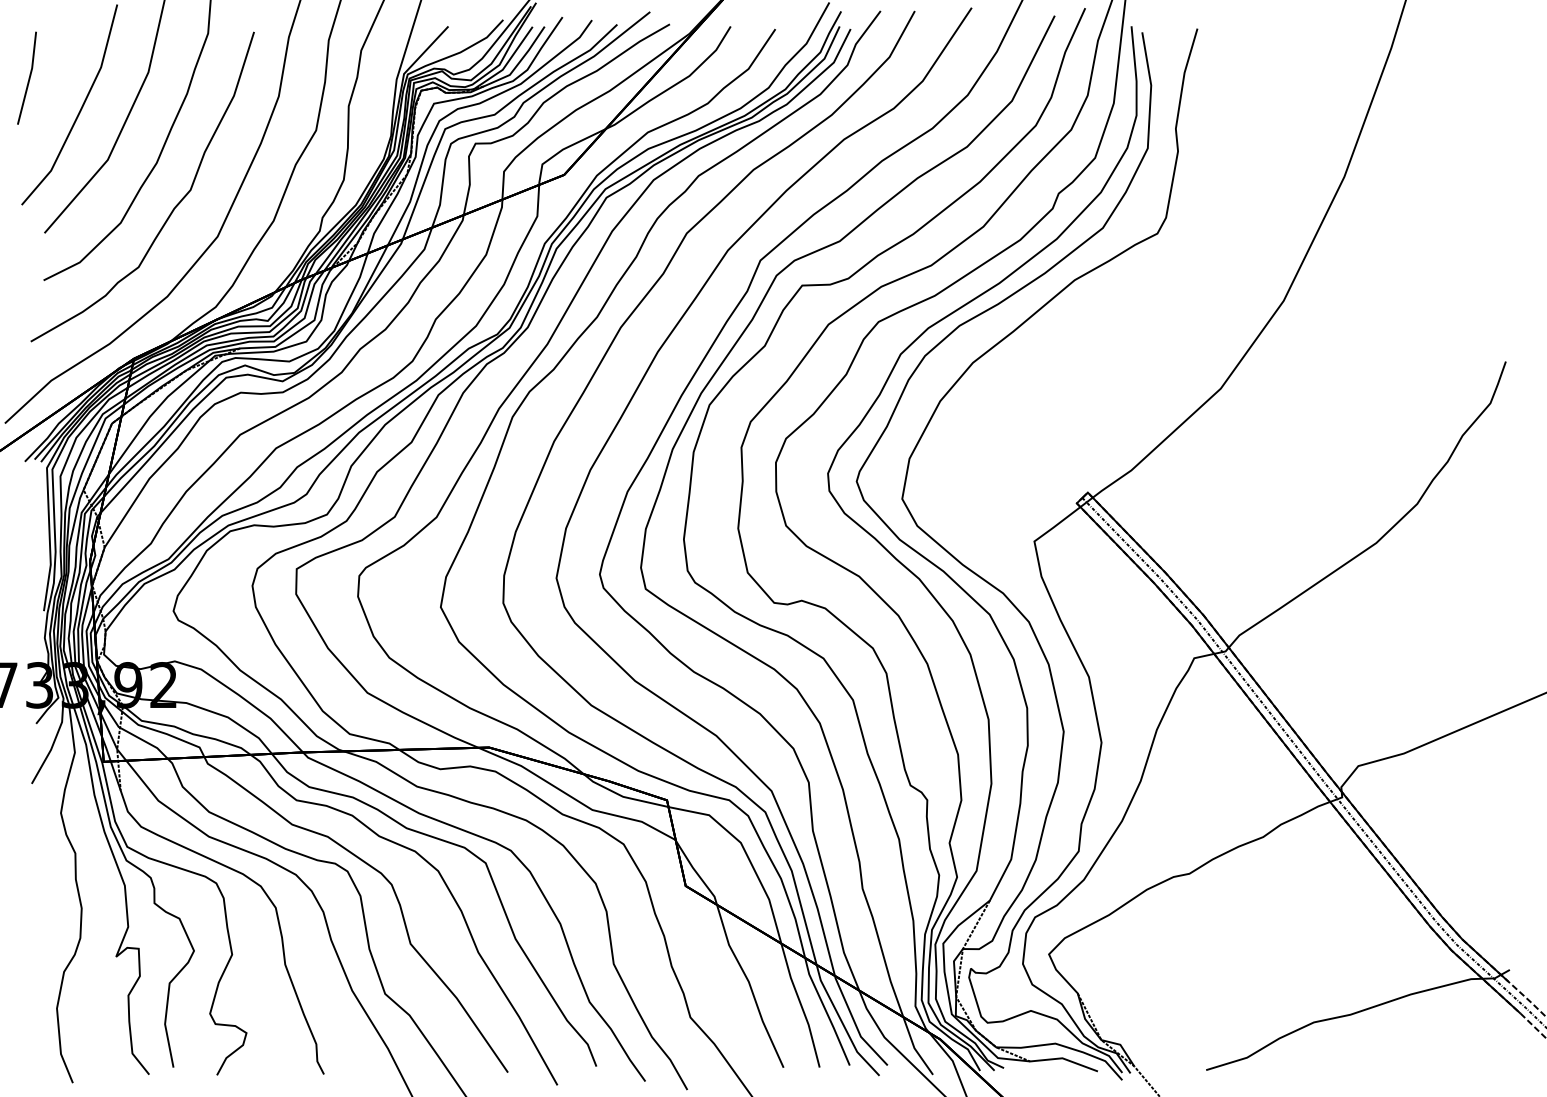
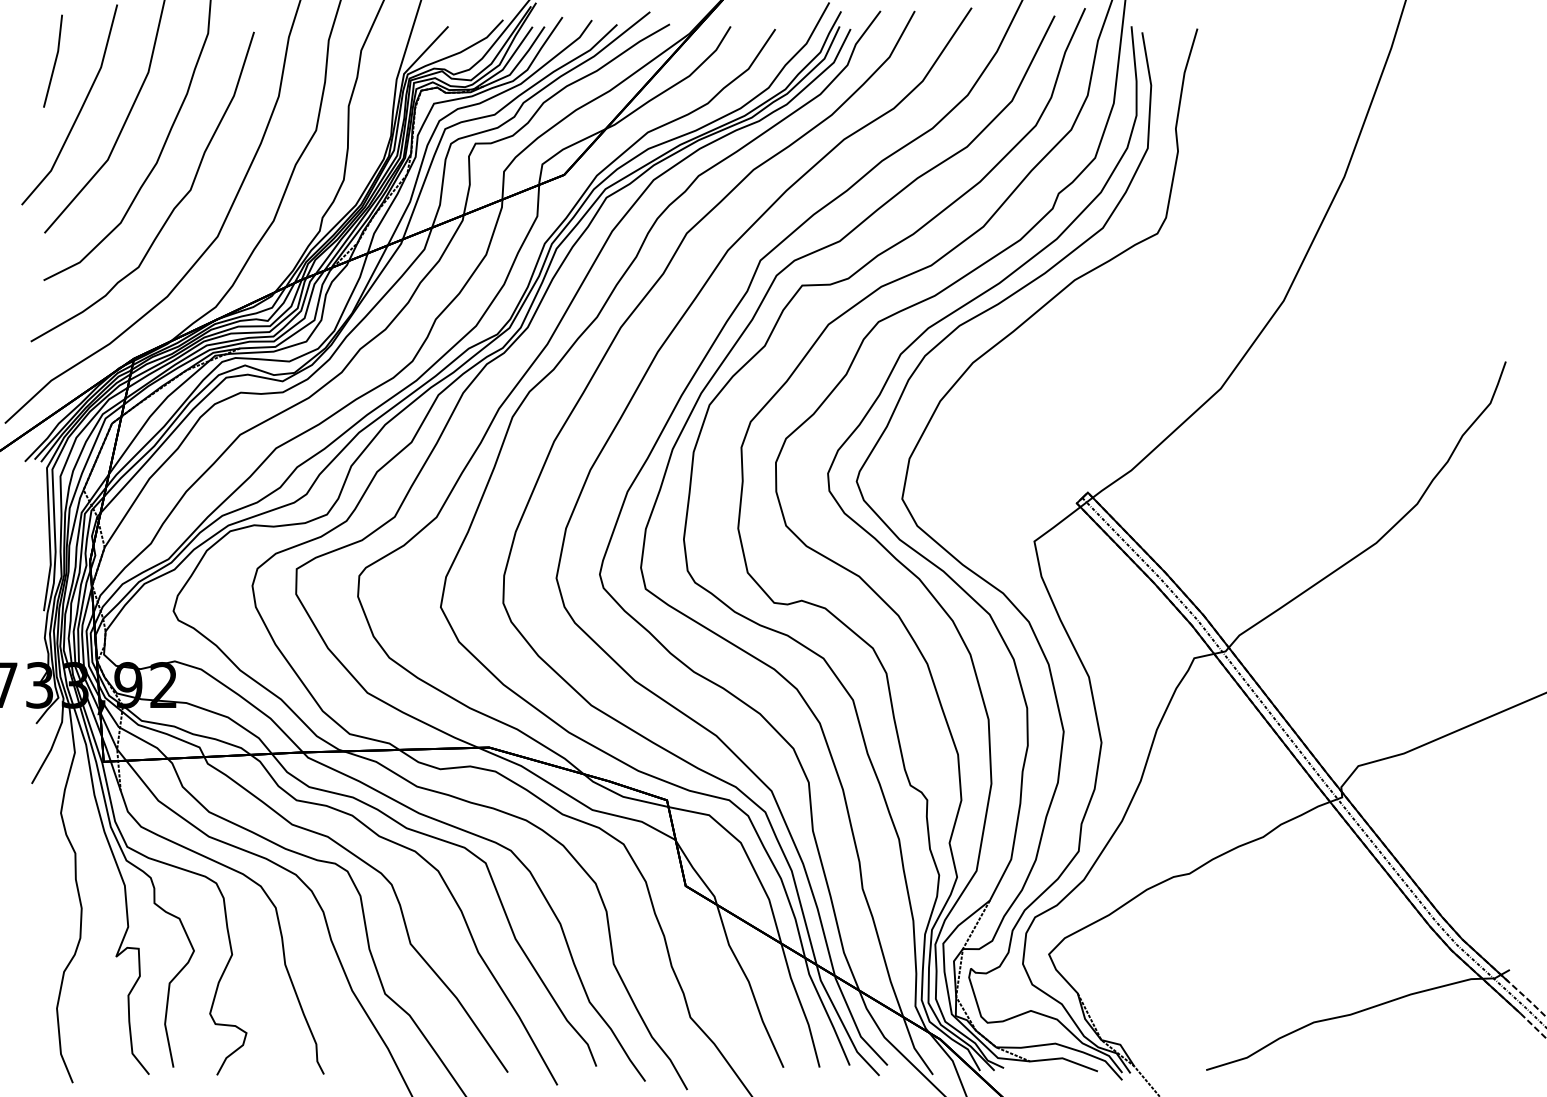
line at (28, 77) position: (28, 77) -> (54, 60)
